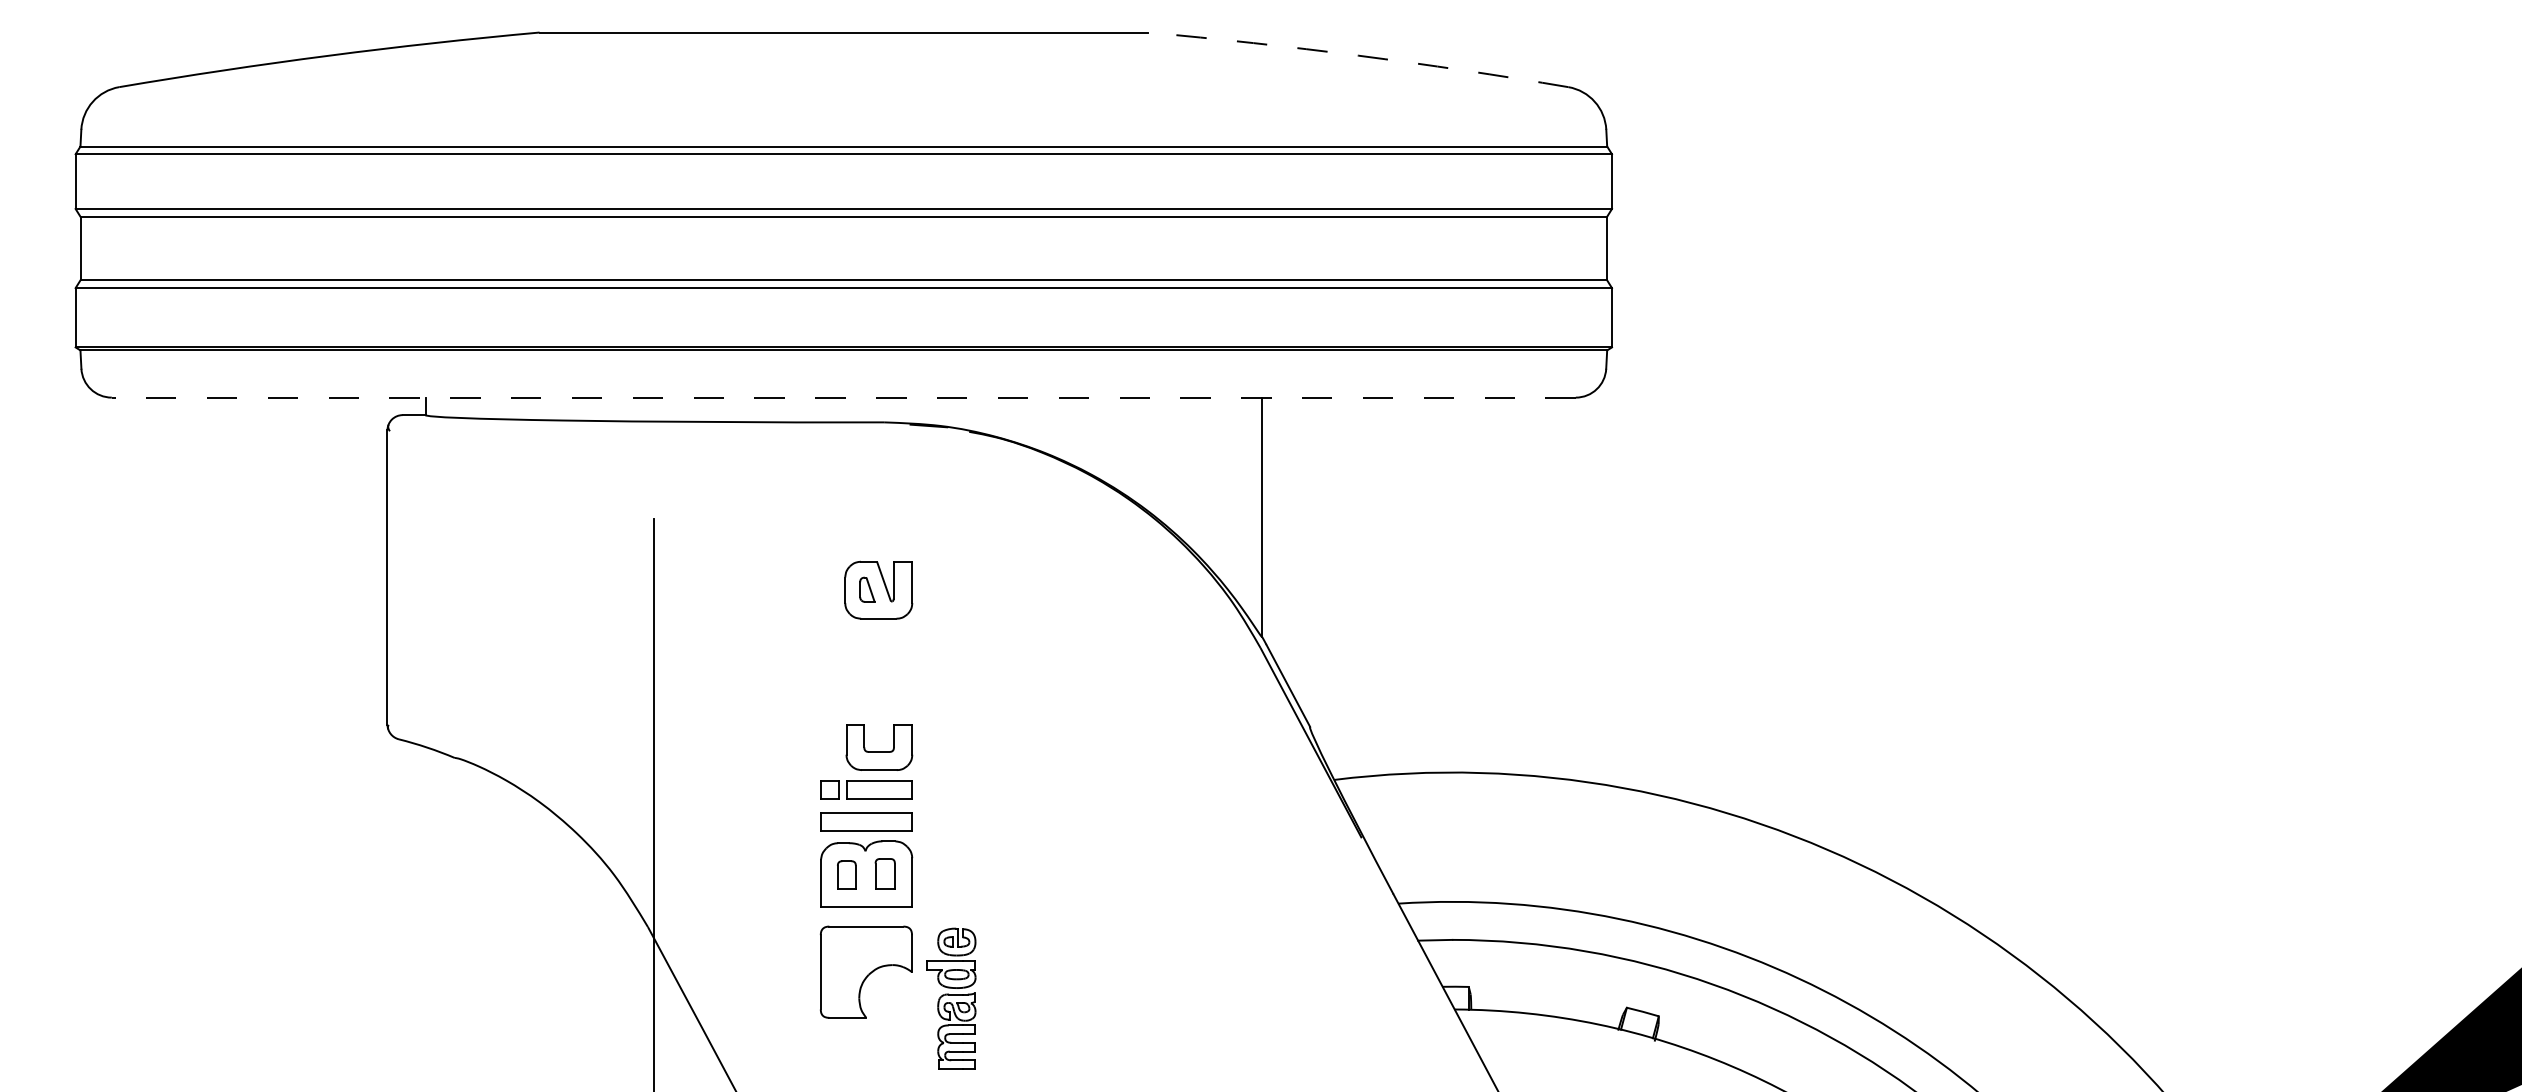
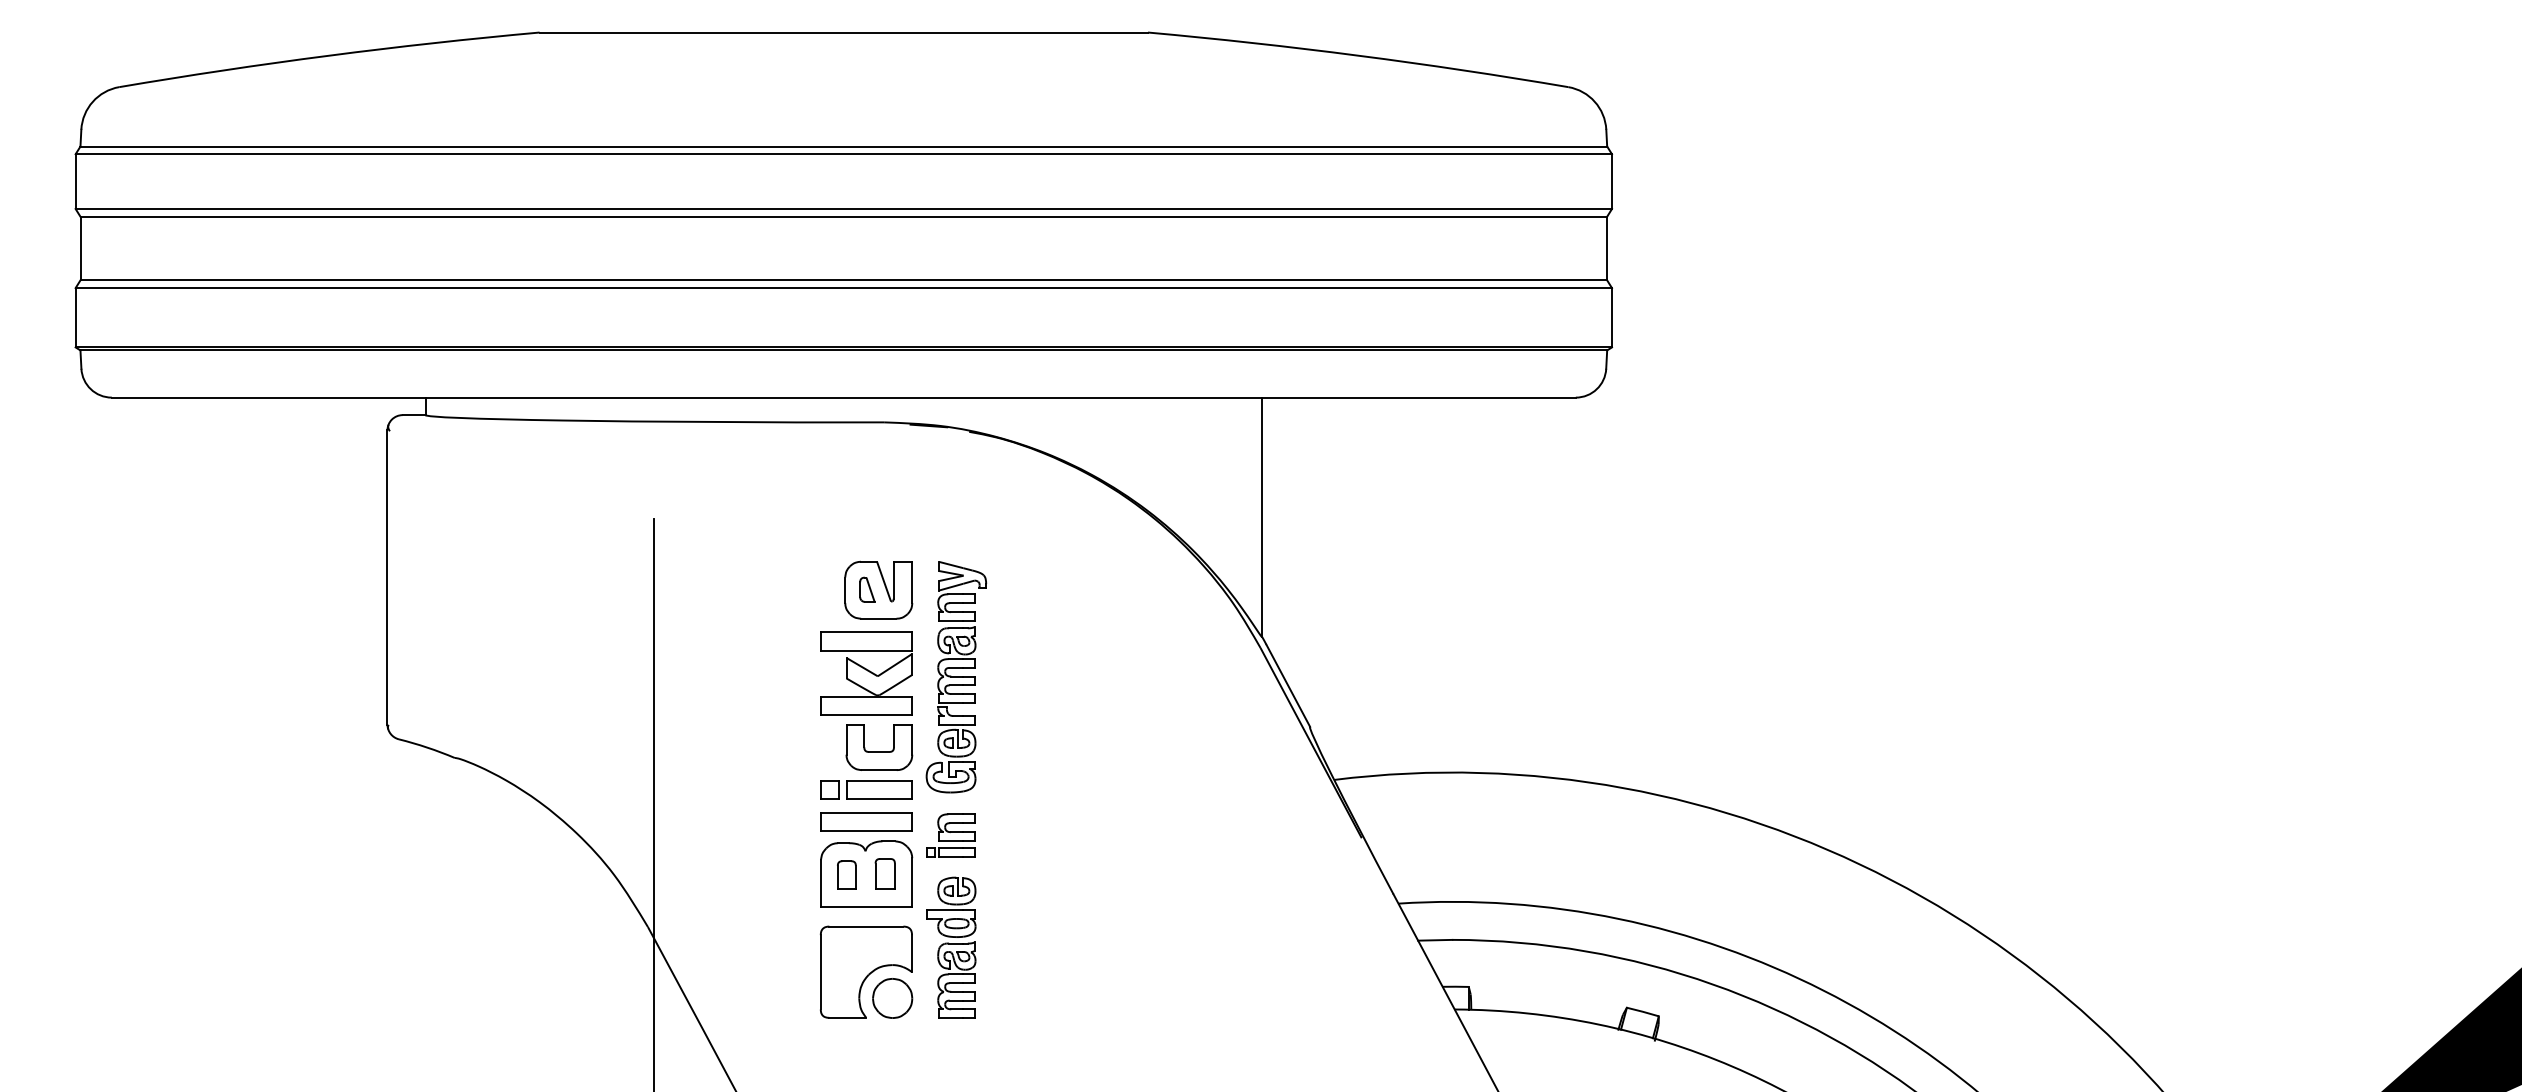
arc at (1358, 55): dashed -> solid
line at (843, 397): dashed -> solid
part at (866, 673): none -> present
part at (956, 677): none -> present
part at (950, 835): none -> present
part at (892, 998): none -> present
part at (951, 998) position: (951, 998) -> (951, 947)
